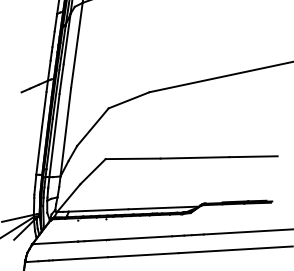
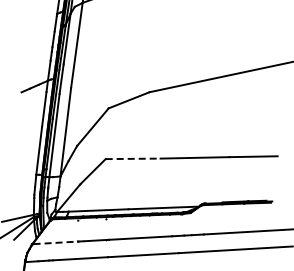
line at (133, 158): solid -> dashed
line at (58, 242): solid -> dashed
